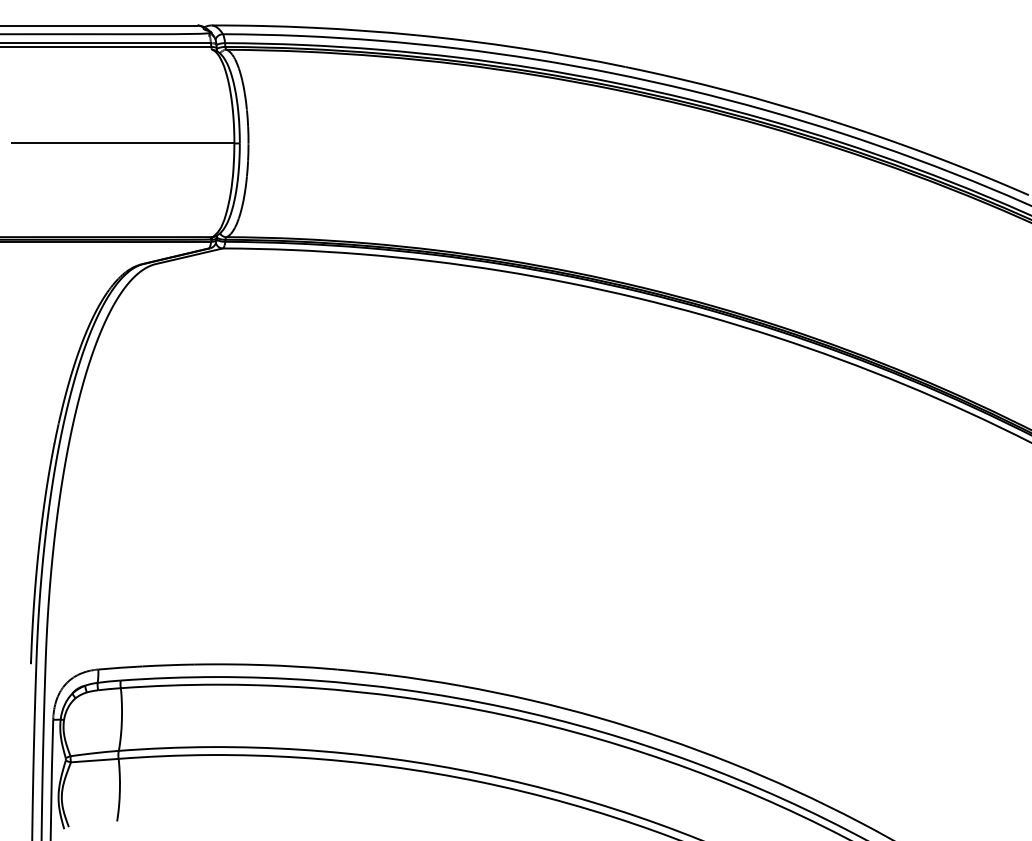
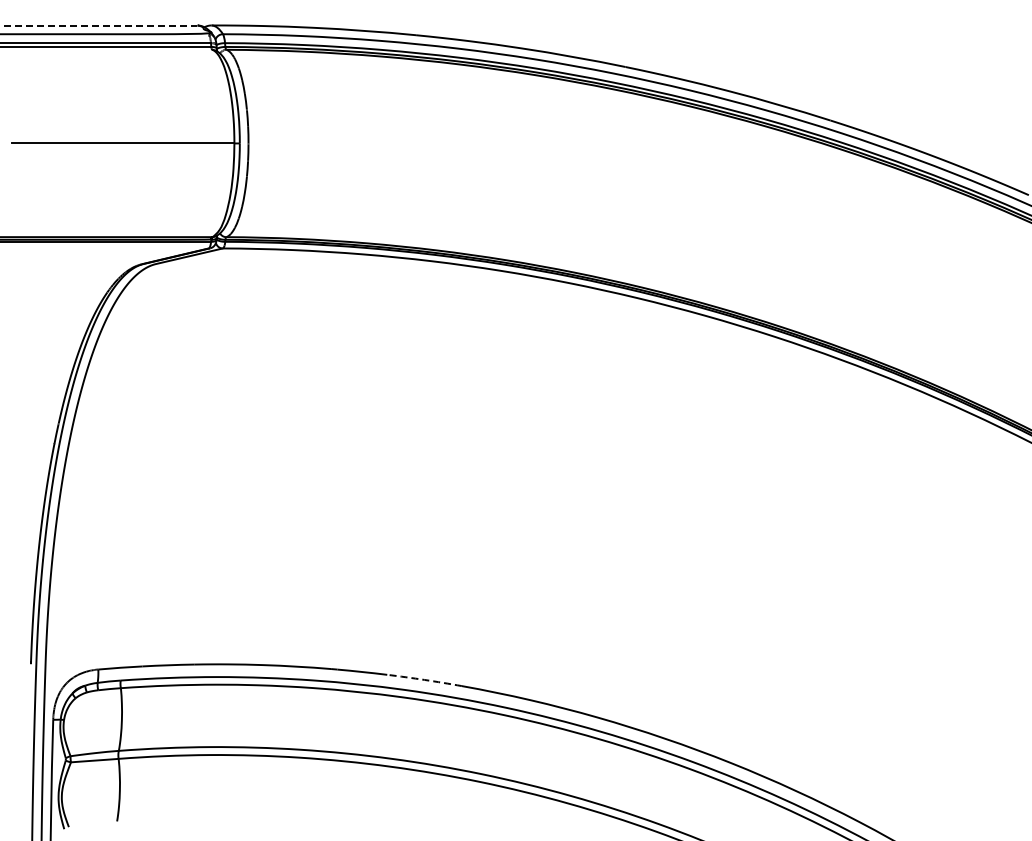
line at (99, 25): solid -> dashed
arc at (424, 679): solid -> dashed
